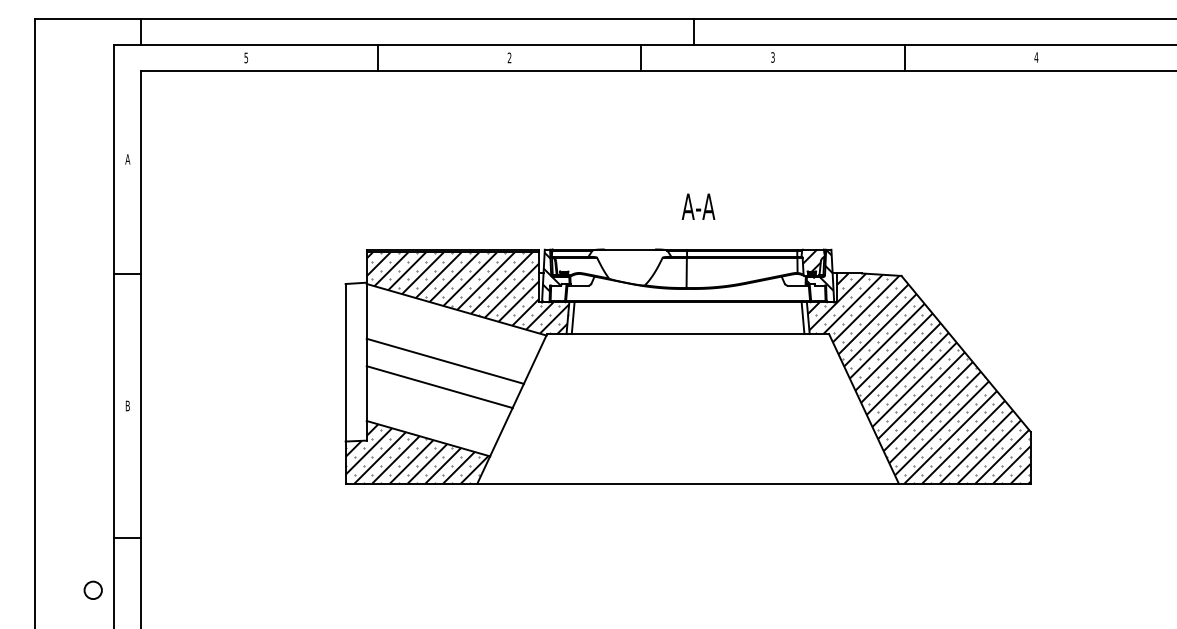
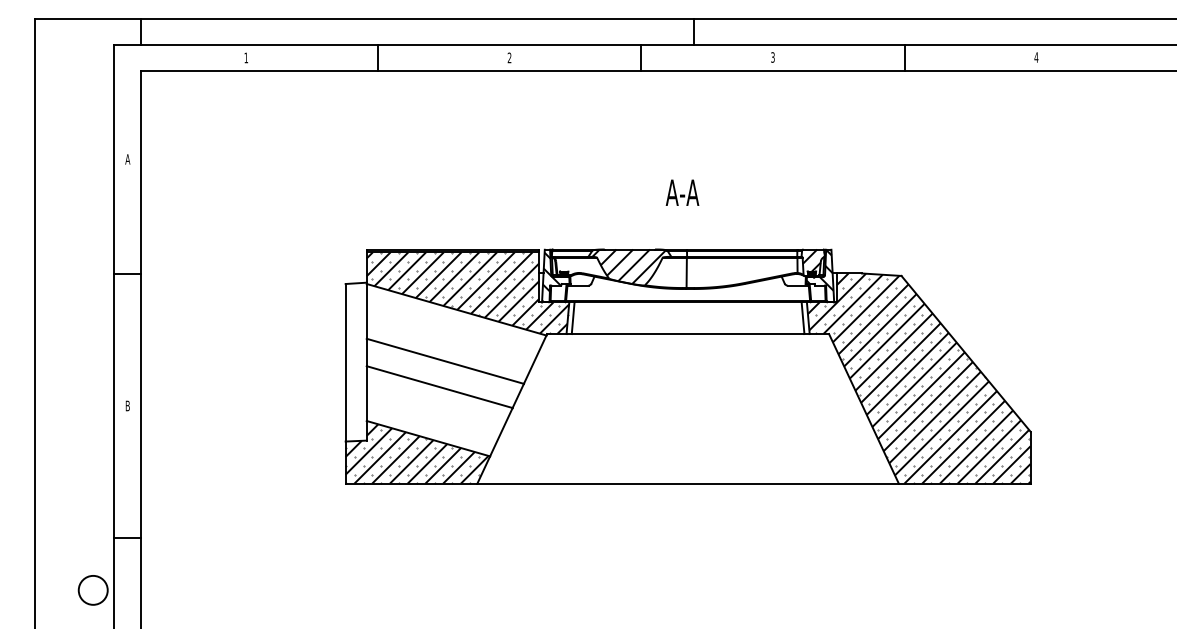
text at (246, 57): 5 -> 1
text at (698, 206) position: (698, 206) -> (682, 192)
hatch at (629, 266): none -> present
circle at (92, 590) diameter: 17 px -> 29 px
